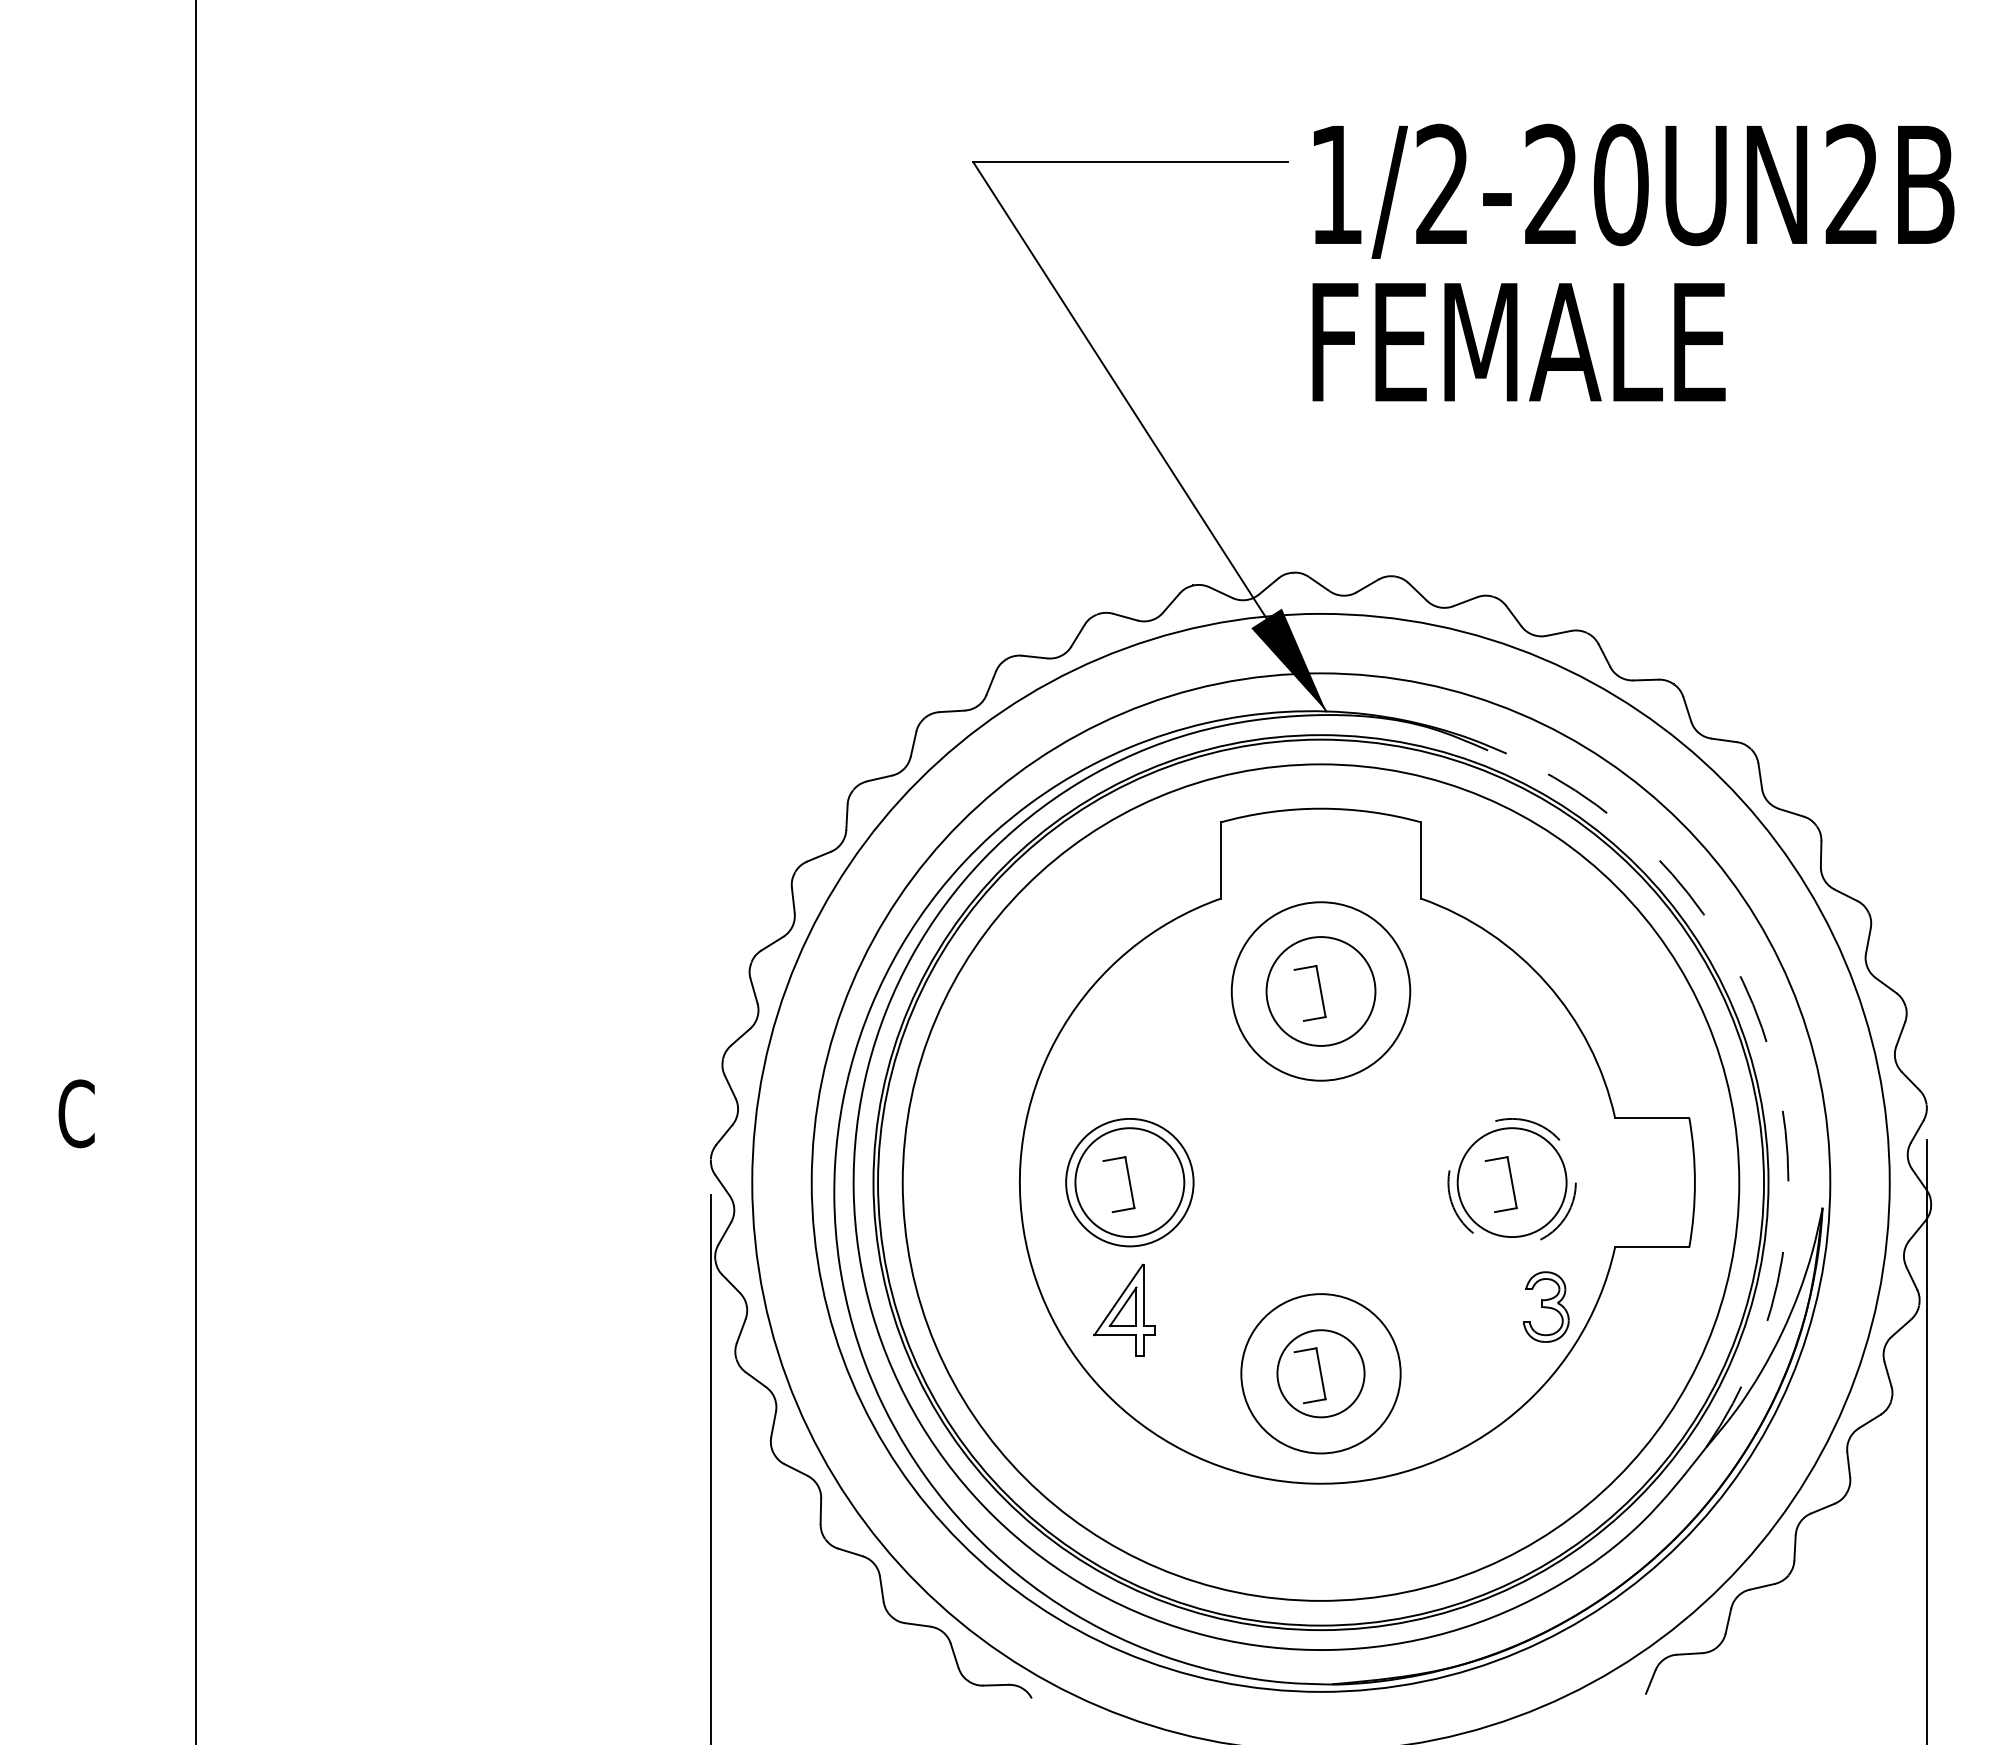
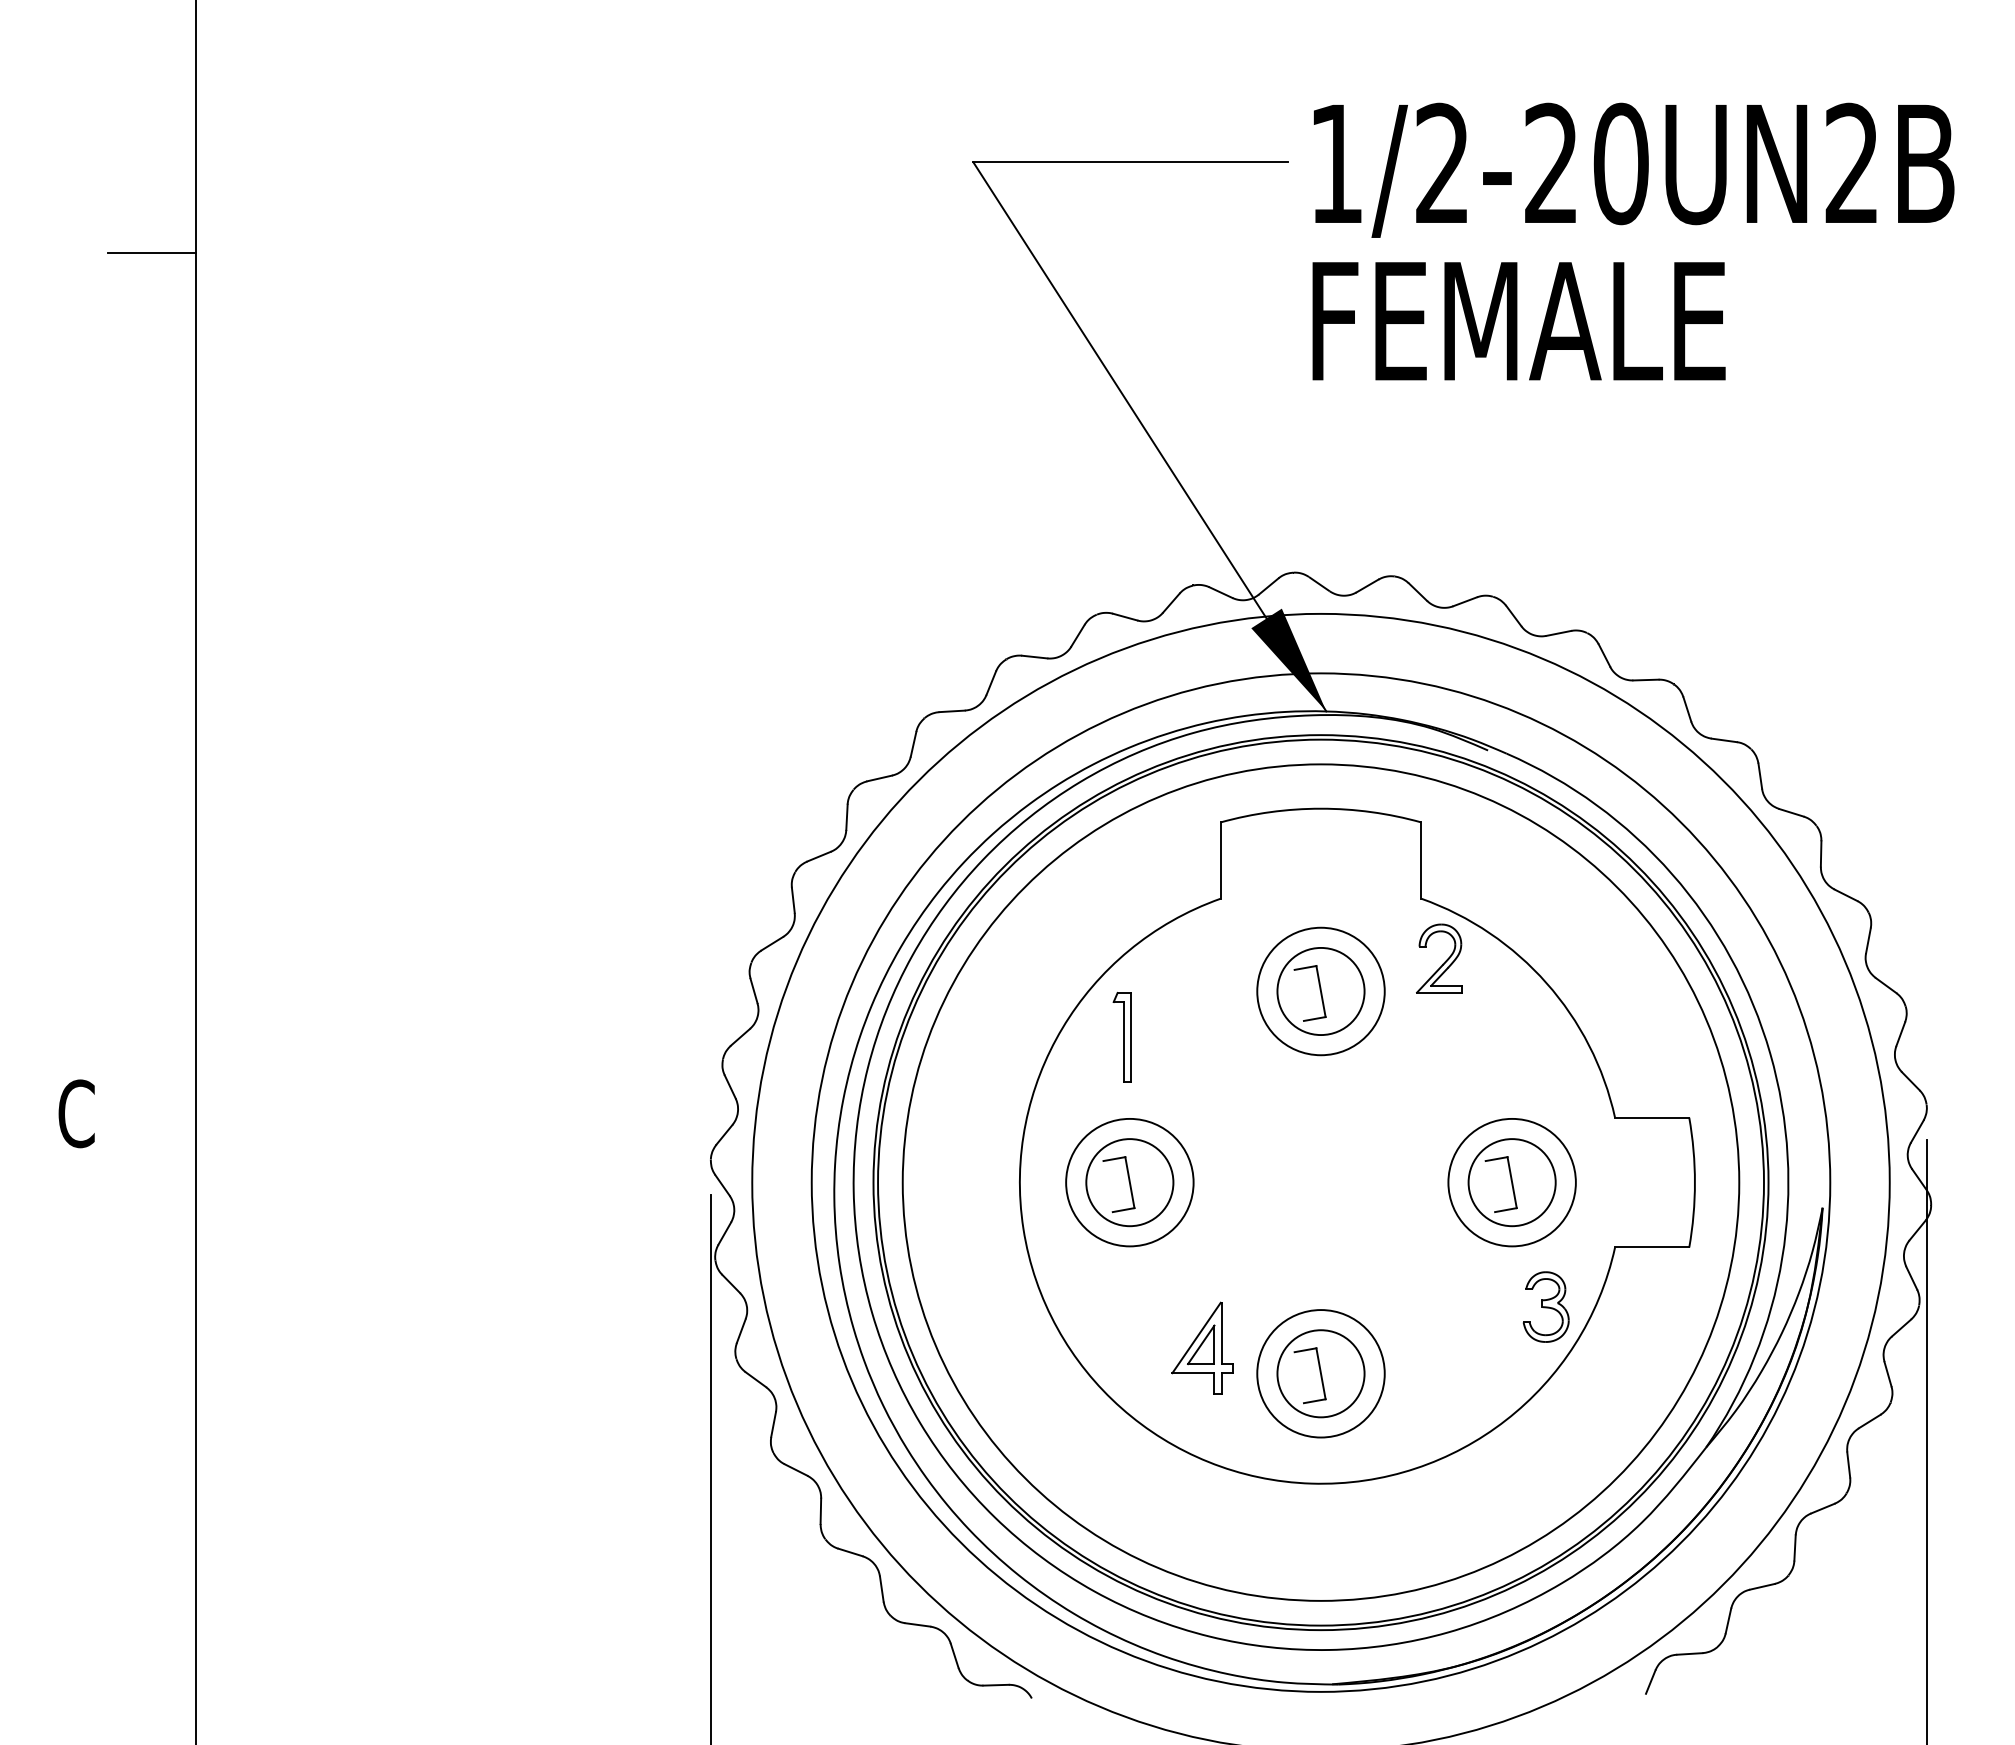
line at (151, 252): none -> present
text at (1633, 262) position: (1633, 262) -> (1633, 241)
part at (1439, 958): none -> present
circle at (1320, 991) diameter: 109 px -> 87 px
circle at (1320, 991) diameter: 178 px -> 127 px
part at (1121, 1037): none -> present
arc at (1770, 1053): dashed -> solid
circle at (1129, 1182) diameter: 109 px -> 87 px
circle at (1511, 1182) diameter: 109 px -> 87 px
circle at (1511, 1182): dashed -> solid
part at (1124, 1309) position: (1124, 1309) -> (1202, 1347)
circle at (1320, 1373) diameter: 159 px -> 127 px
